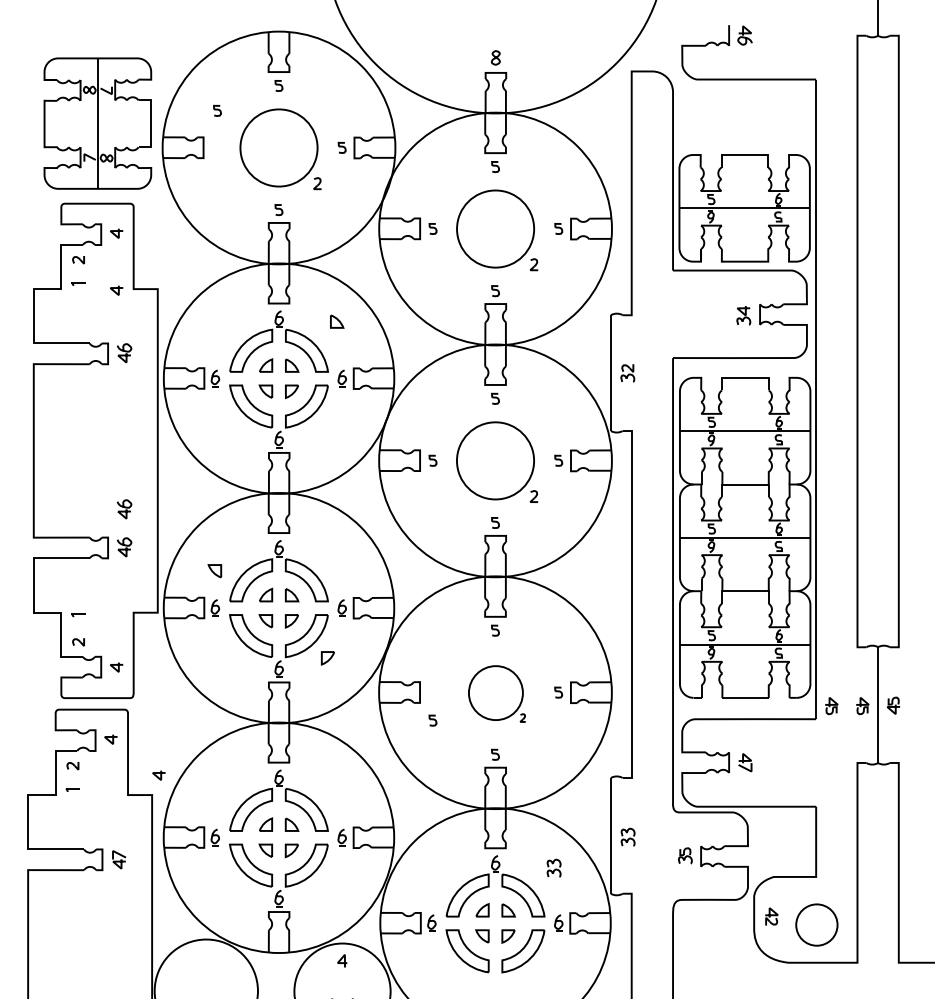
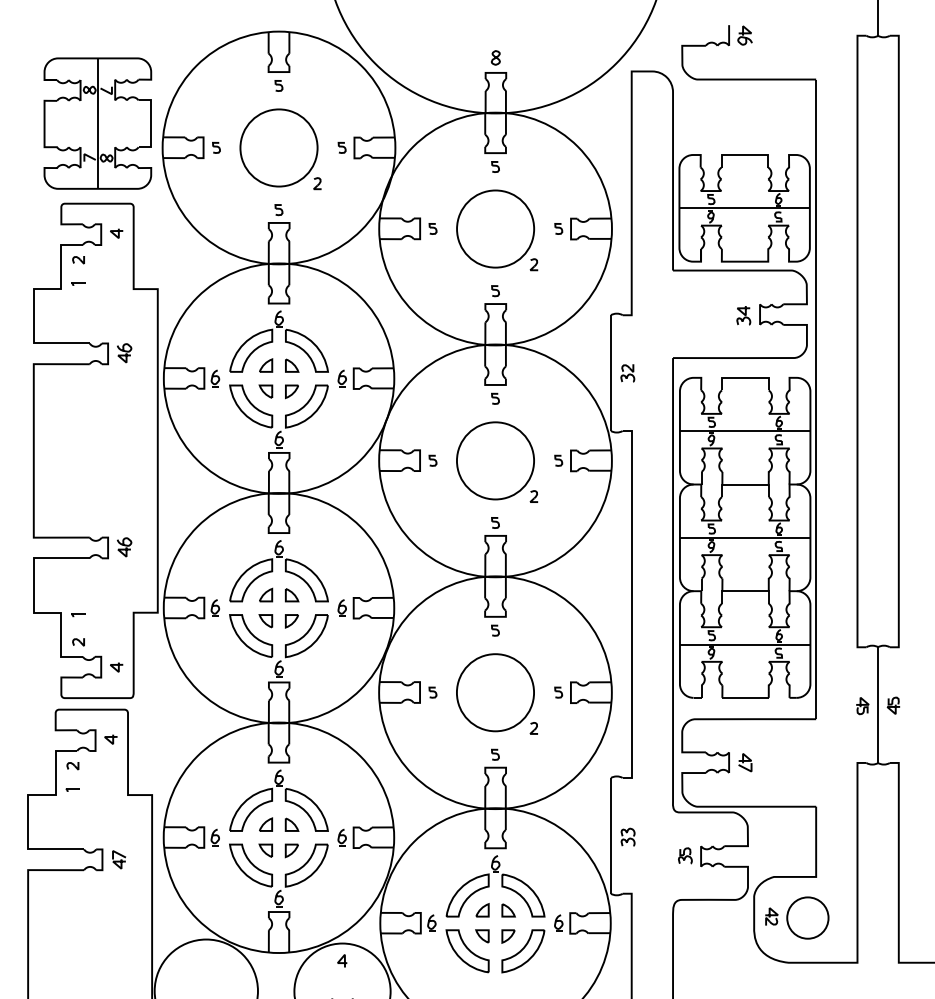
part at (217, 110) position: (217, 110) -> (216, 147)
curve at (116, 291): present -> none
part at (337, 321): present -> none
part at (124, 509): present -> none
part at (214, 571): present -> none
part at (327, 658): present -> none
part at (496, 693) size: 58x58 px -> 82x82 px
part at (831, 706): present -> none
part at (432, 720) position: (432, 720) -> (432, 692)
curve at (157, 775): present -> none
part at (553, 867): present -> none
part at (816, 924) position: (816, 924) -> (807, 917)
